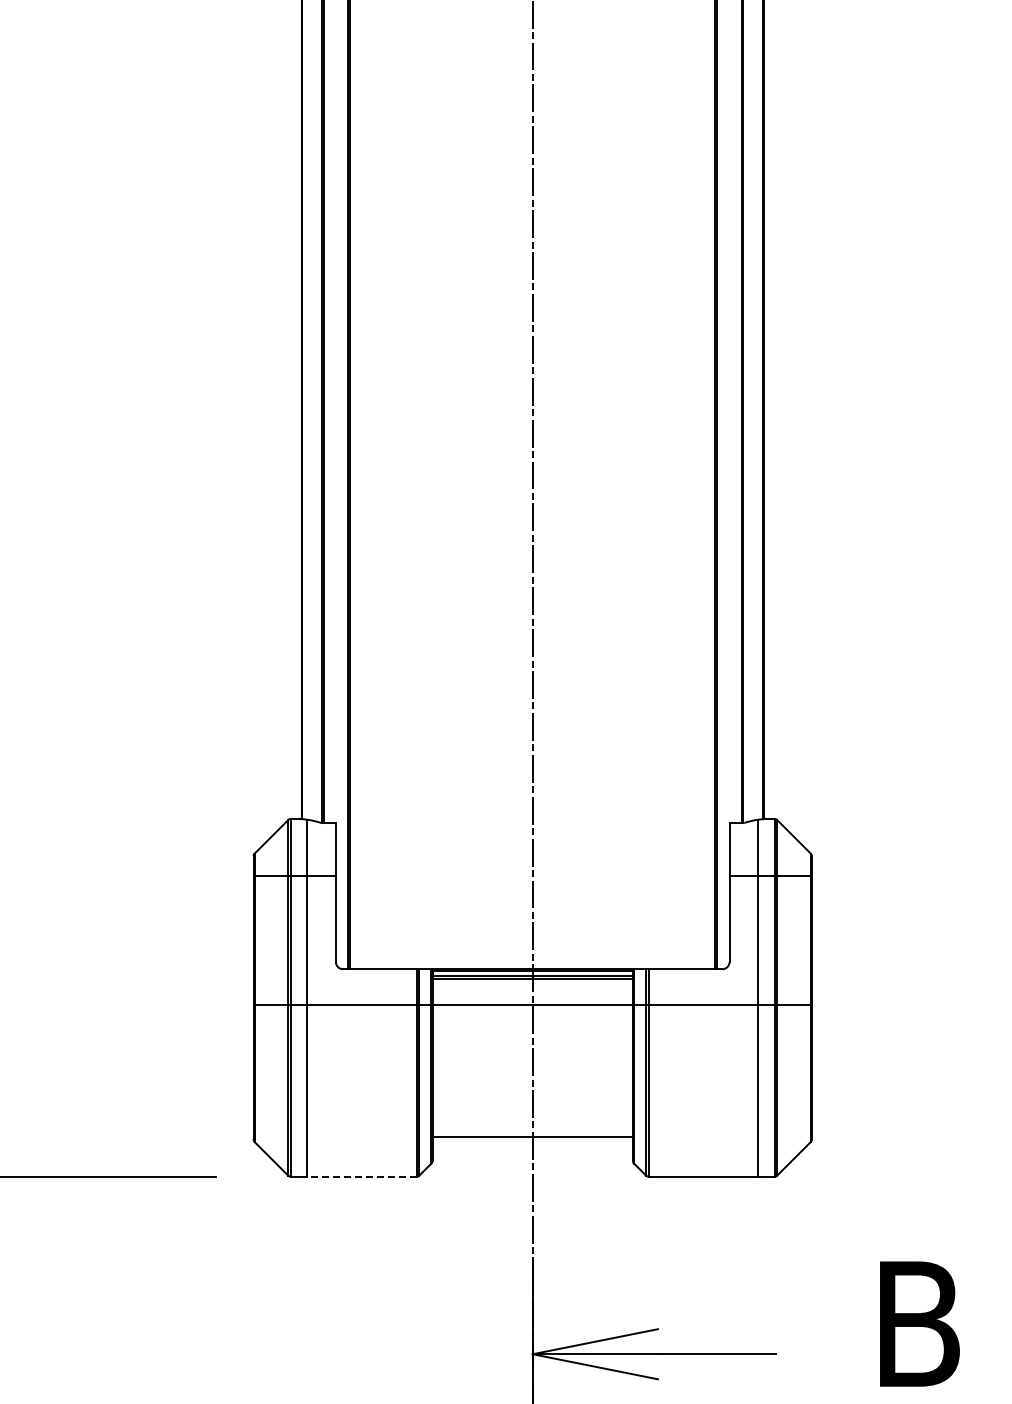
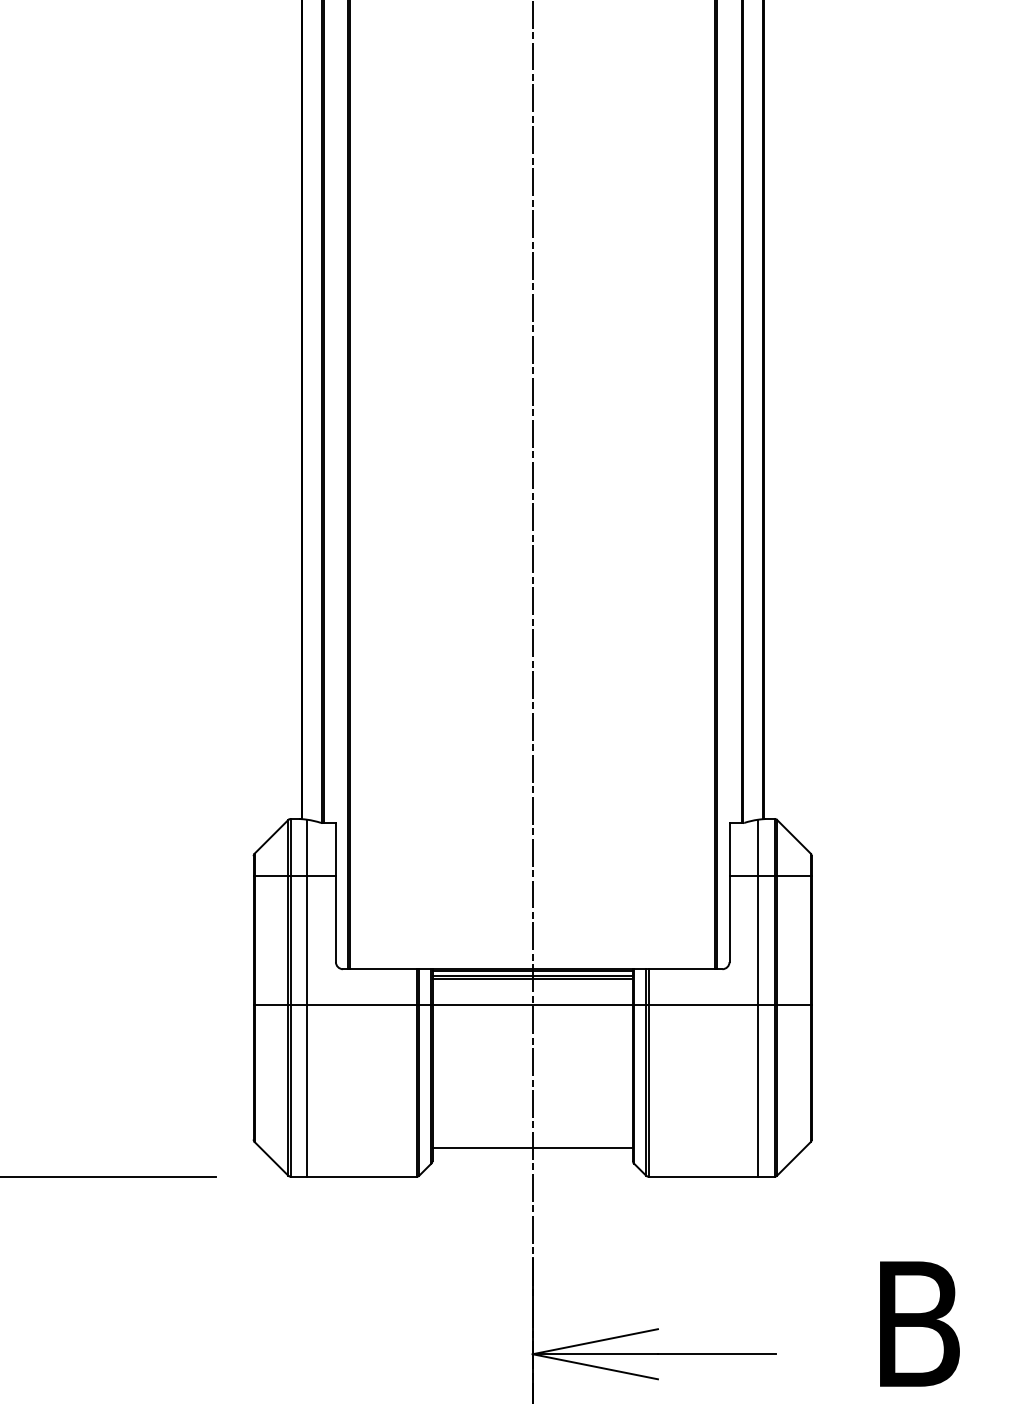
line at (532, 1137) position: (532, 1137) -> (532, 1148)
line at (362, 1176): dashed -> solid
